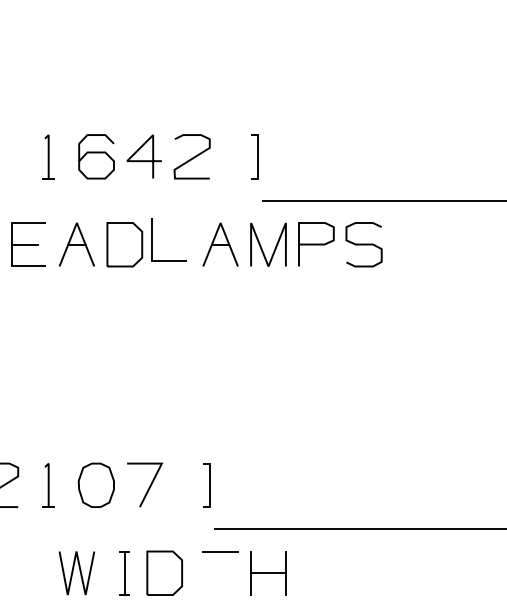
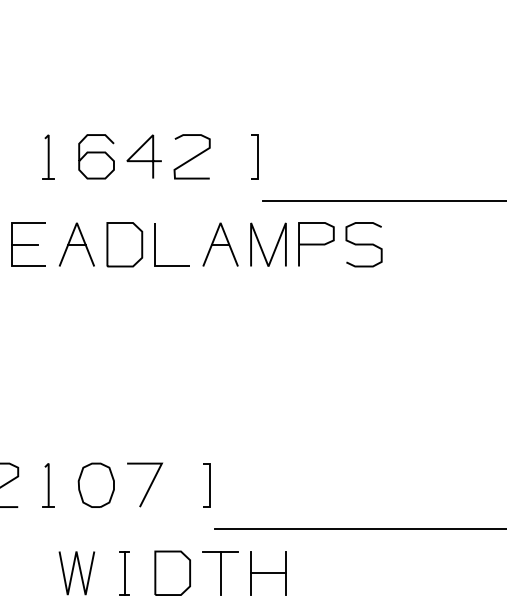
line at (152, 239) position: (152, 239) -> (155, 244)
part at (164, 572) position: (164, 572) -> (172, 572)
line at (220, 573): none -> present
